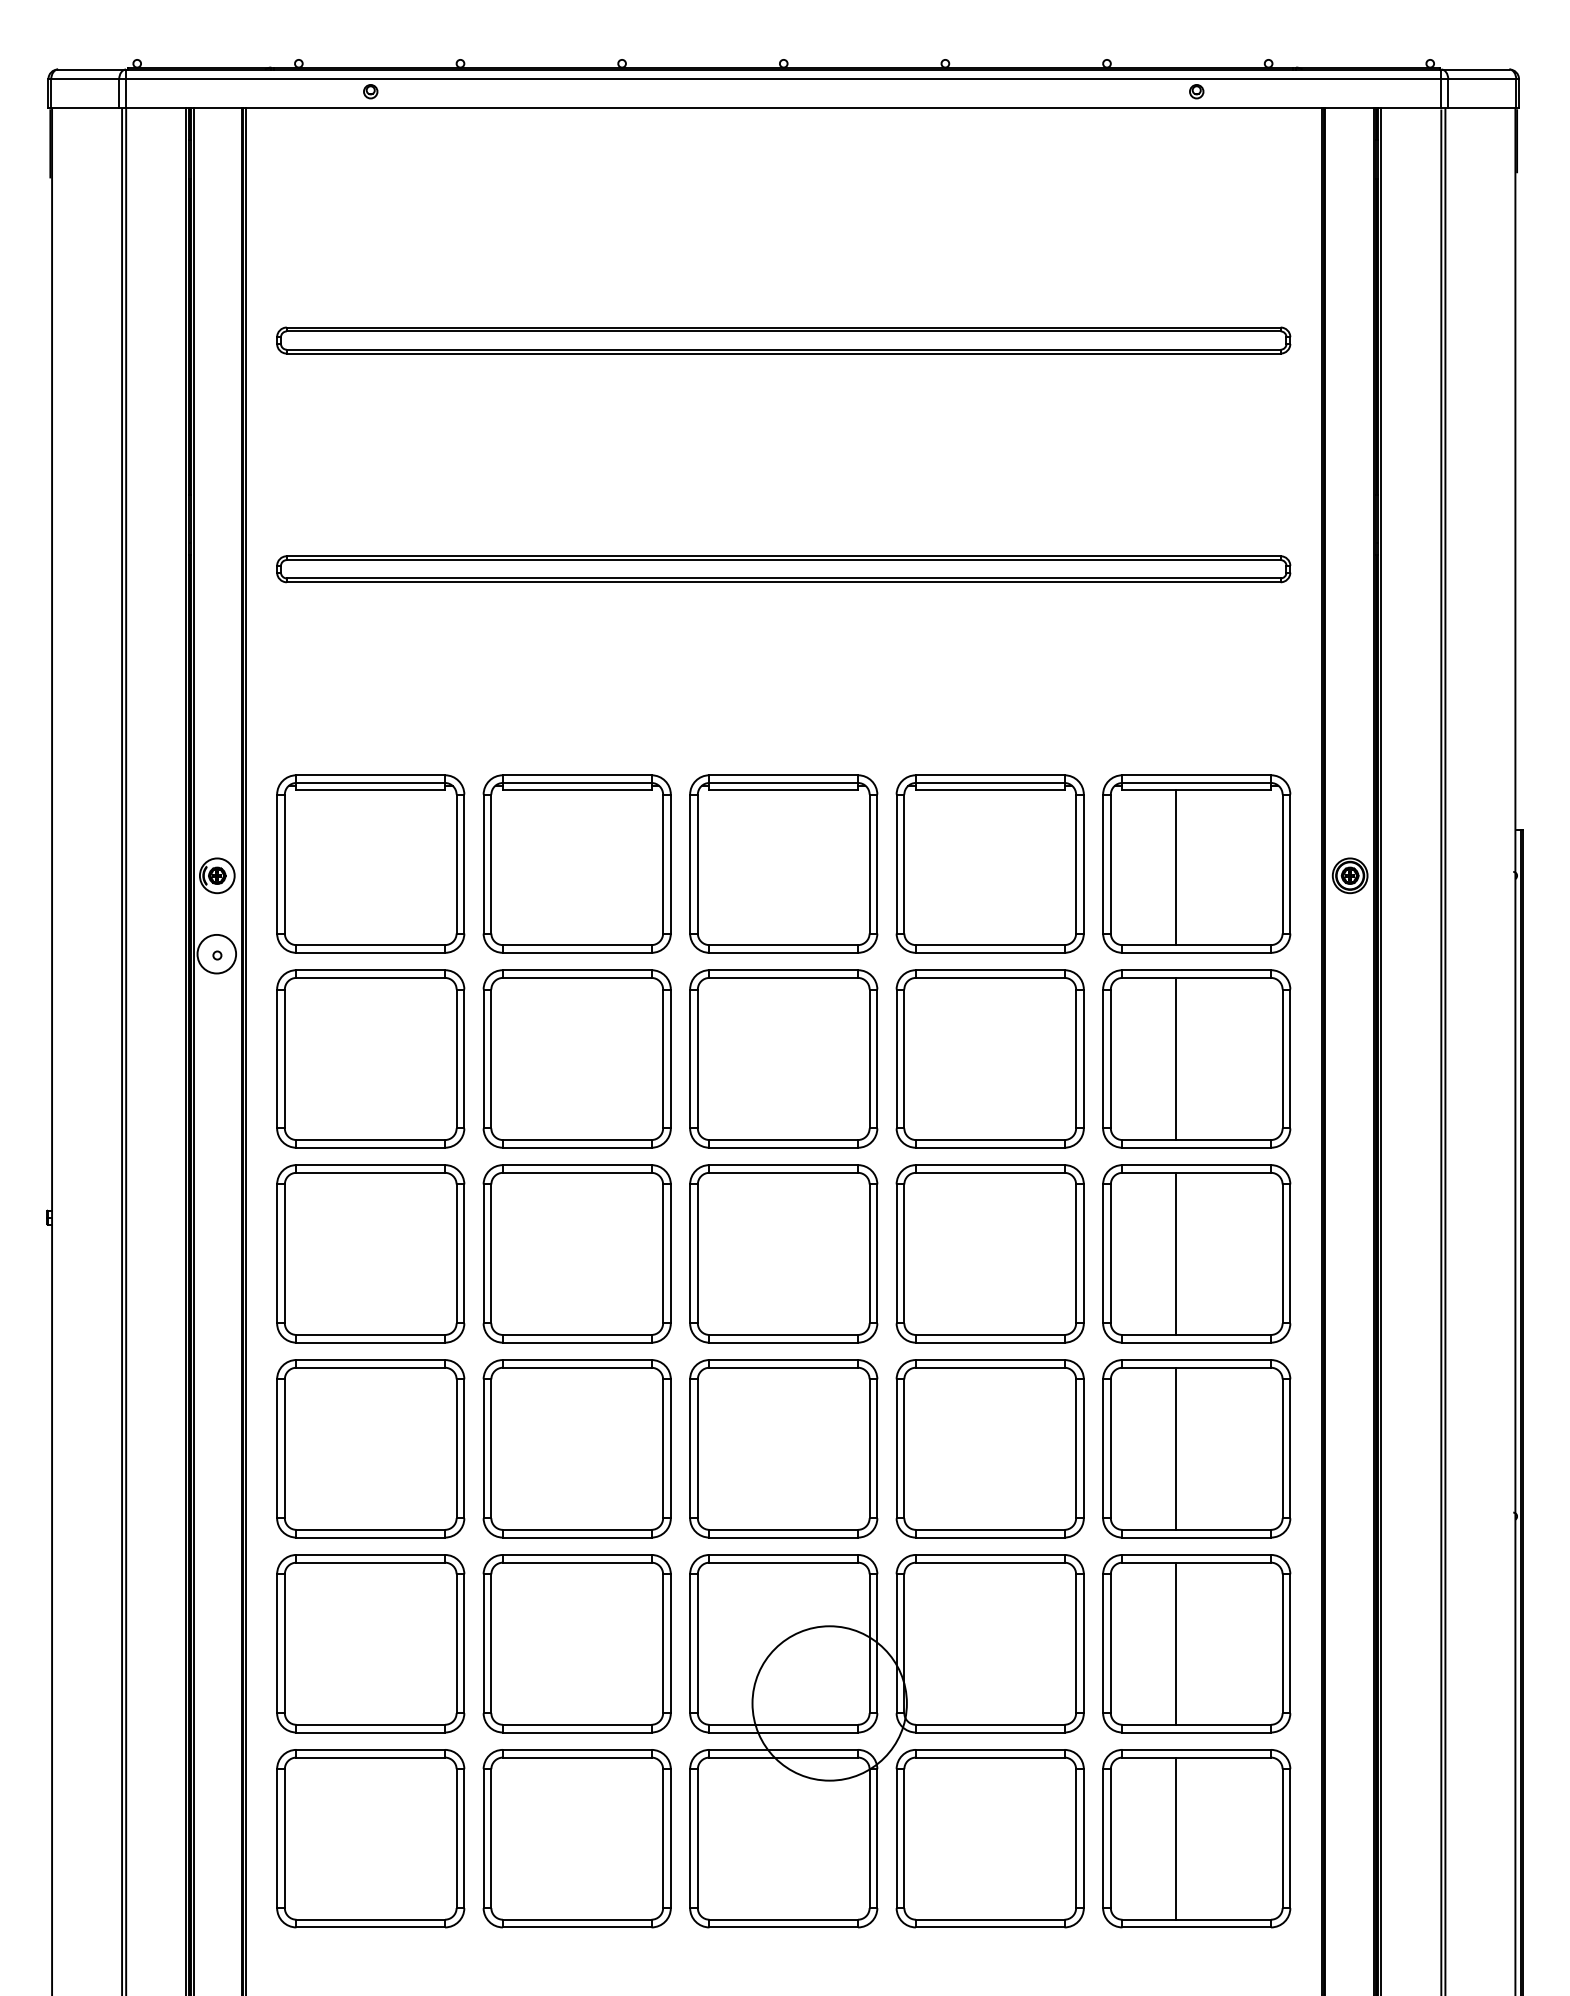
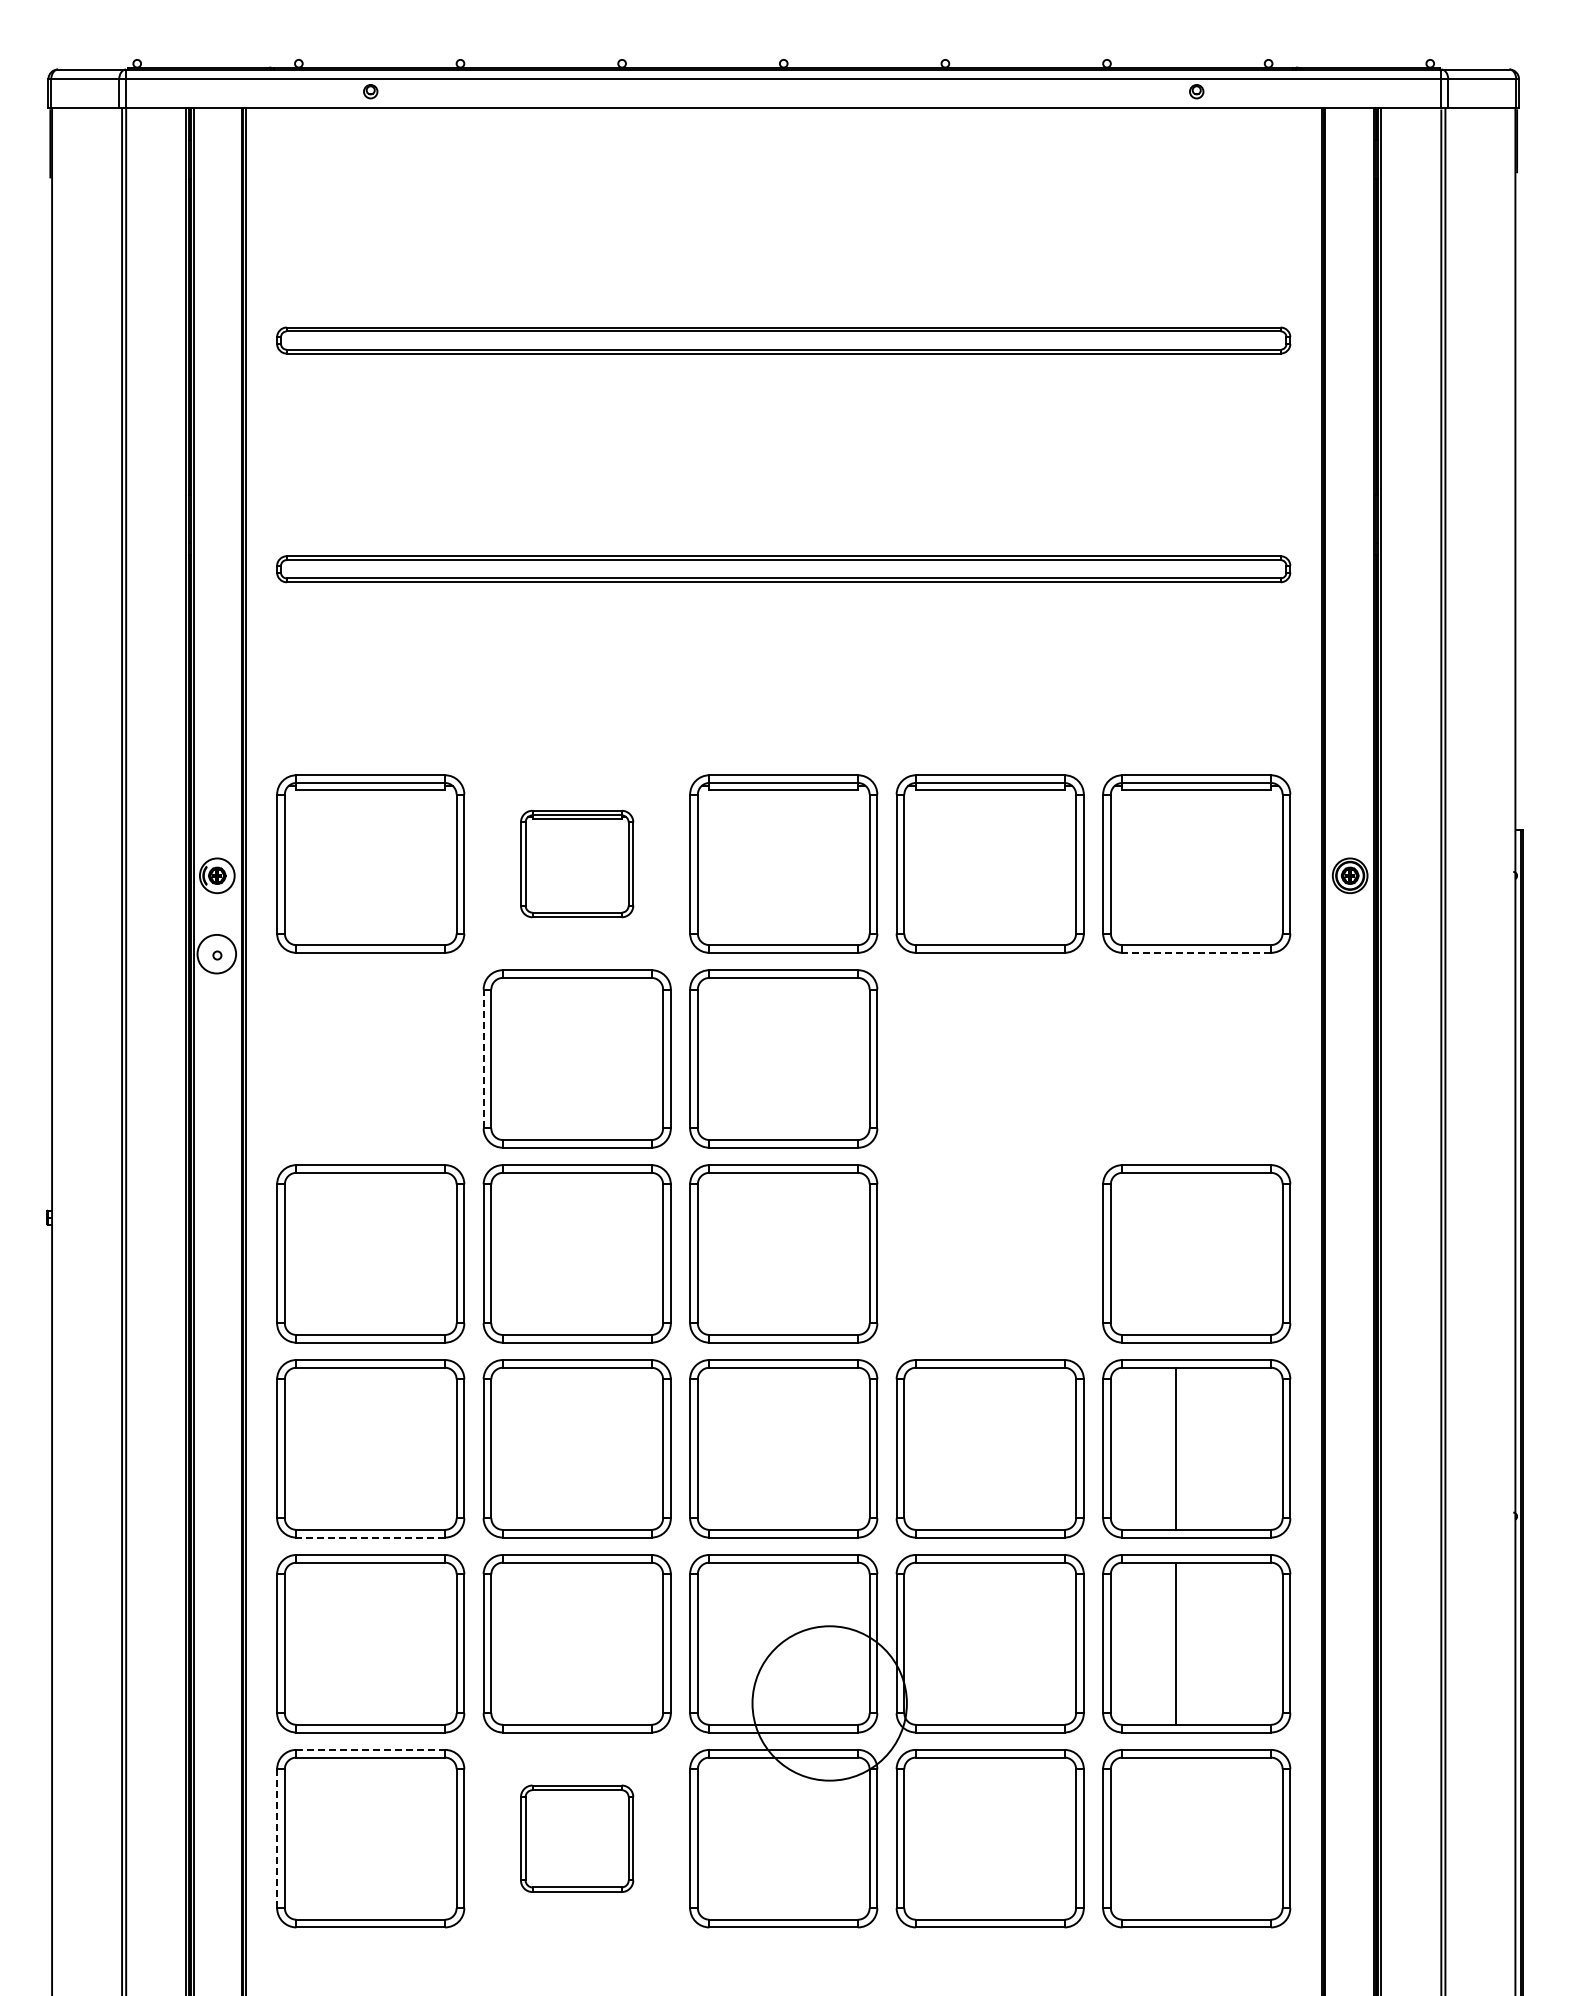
part at (576, 863) size: 190x180 px -> 115x110 px
line at (1175, 867): present -> none
line at (1196, 952): solid -> dashed
part at (370, 1058): present -> none
line at (483, 1058): solid -> dashed
part at (989, 1058): present -> none
part at (1196, 1058): present -> none
part at (989, 1253): present -> none
line at (1175, 1253): present -> none
line at (370, 1537): solid -> dashed
line at (371, 1749): solid -> dashed
line at (277, 1838): solid -> dashed
part at (576, 1838) size: 190x180 px -> 115x109 px
line at (1175, 1838): present -> none
